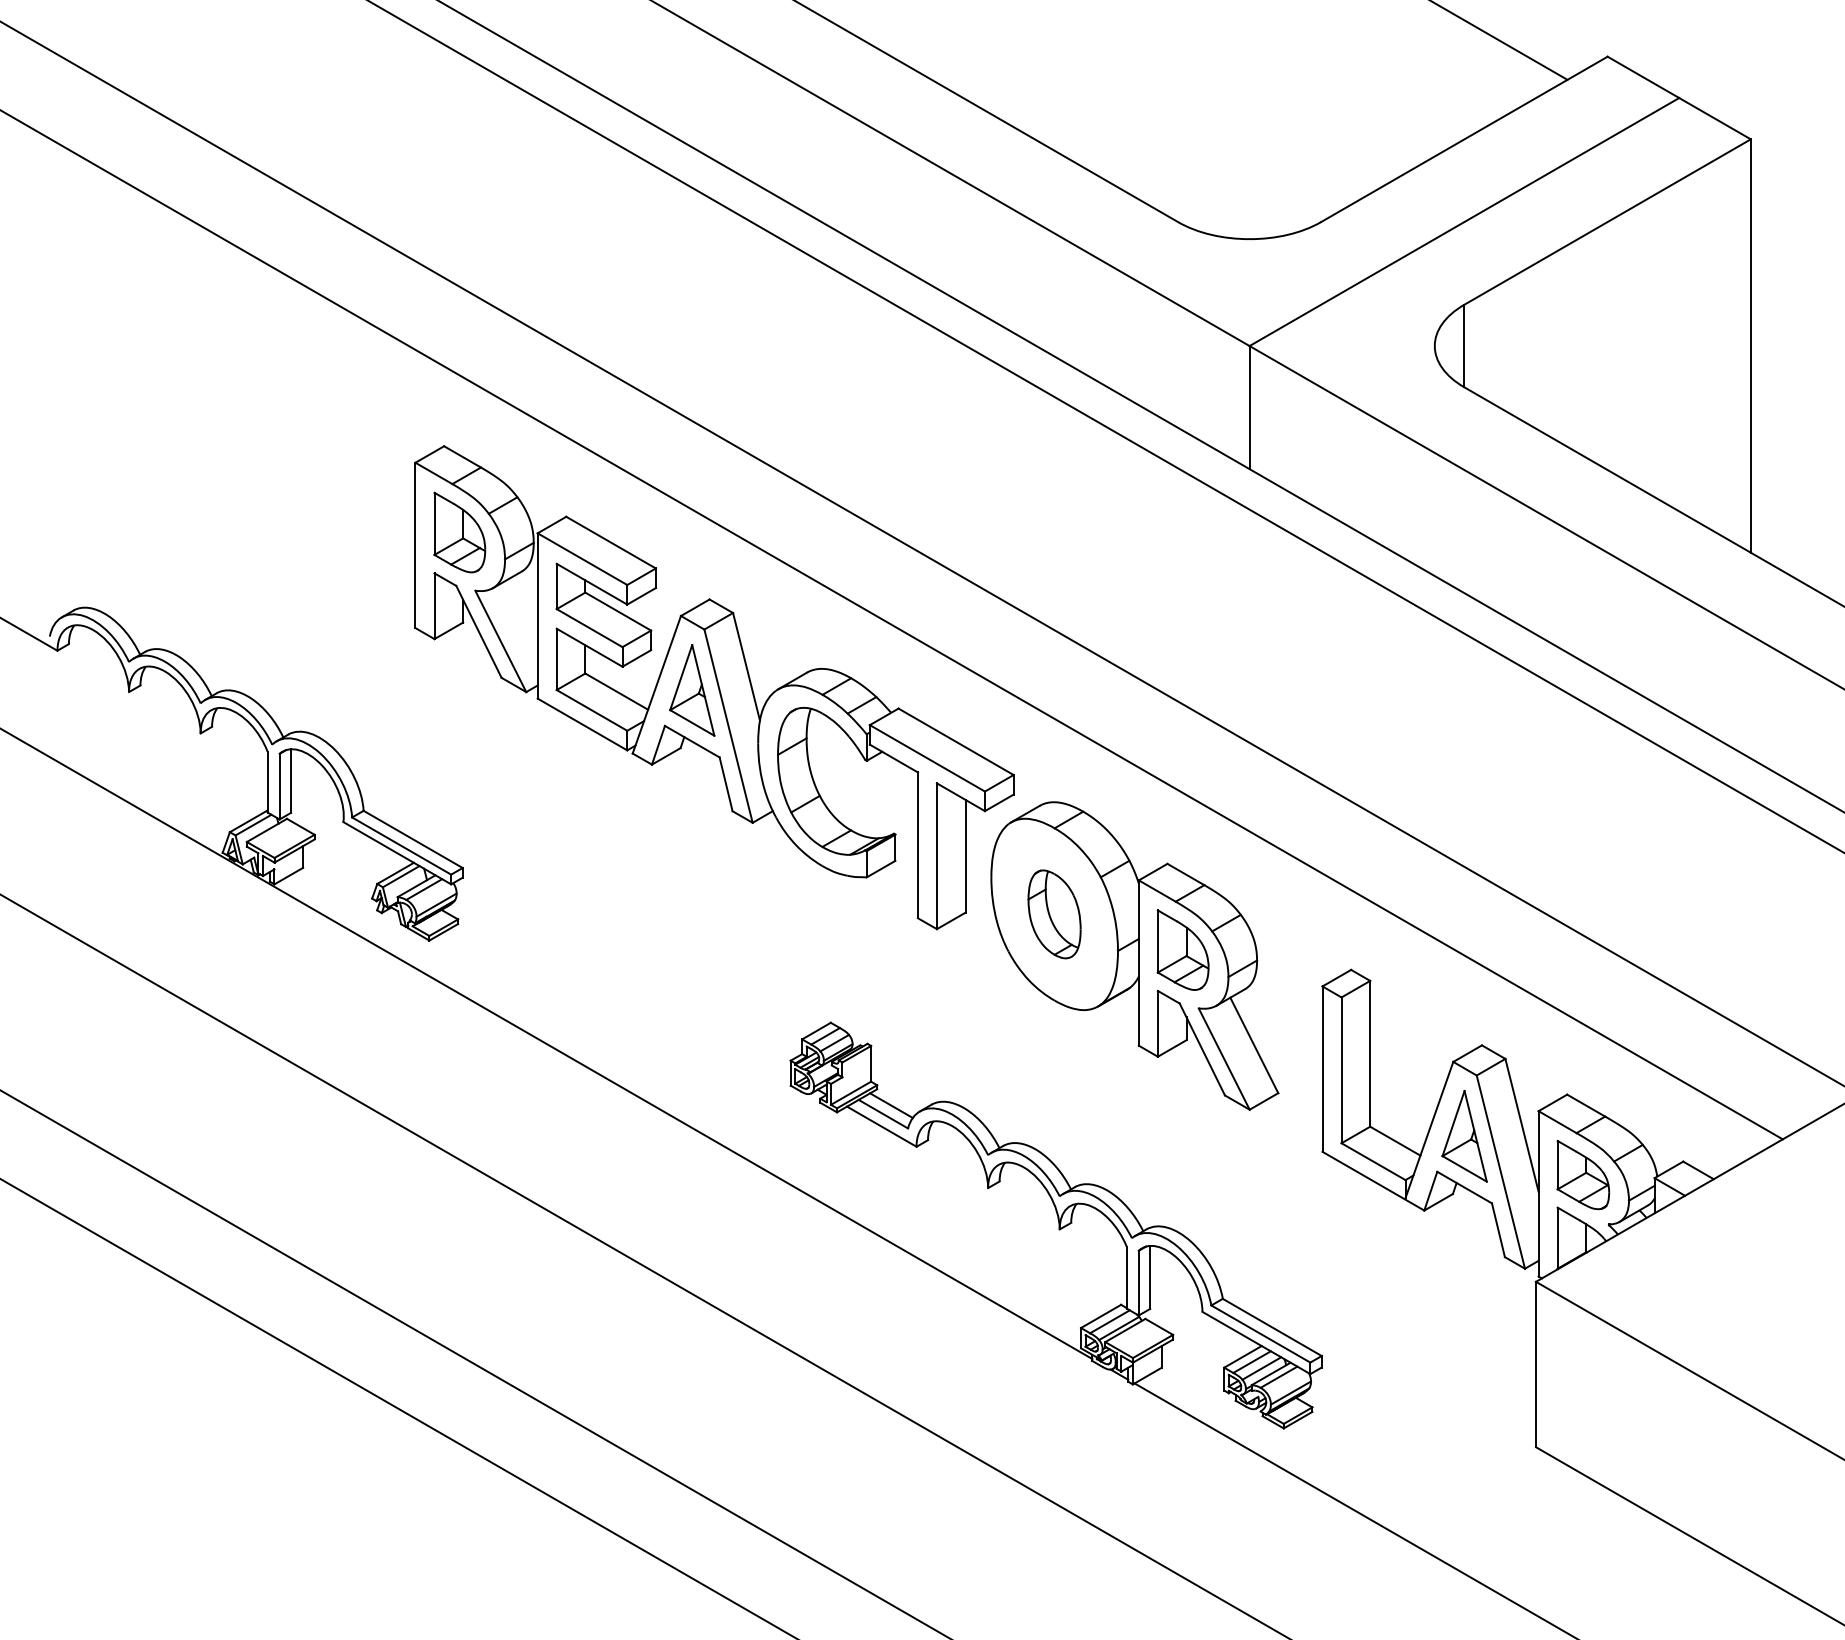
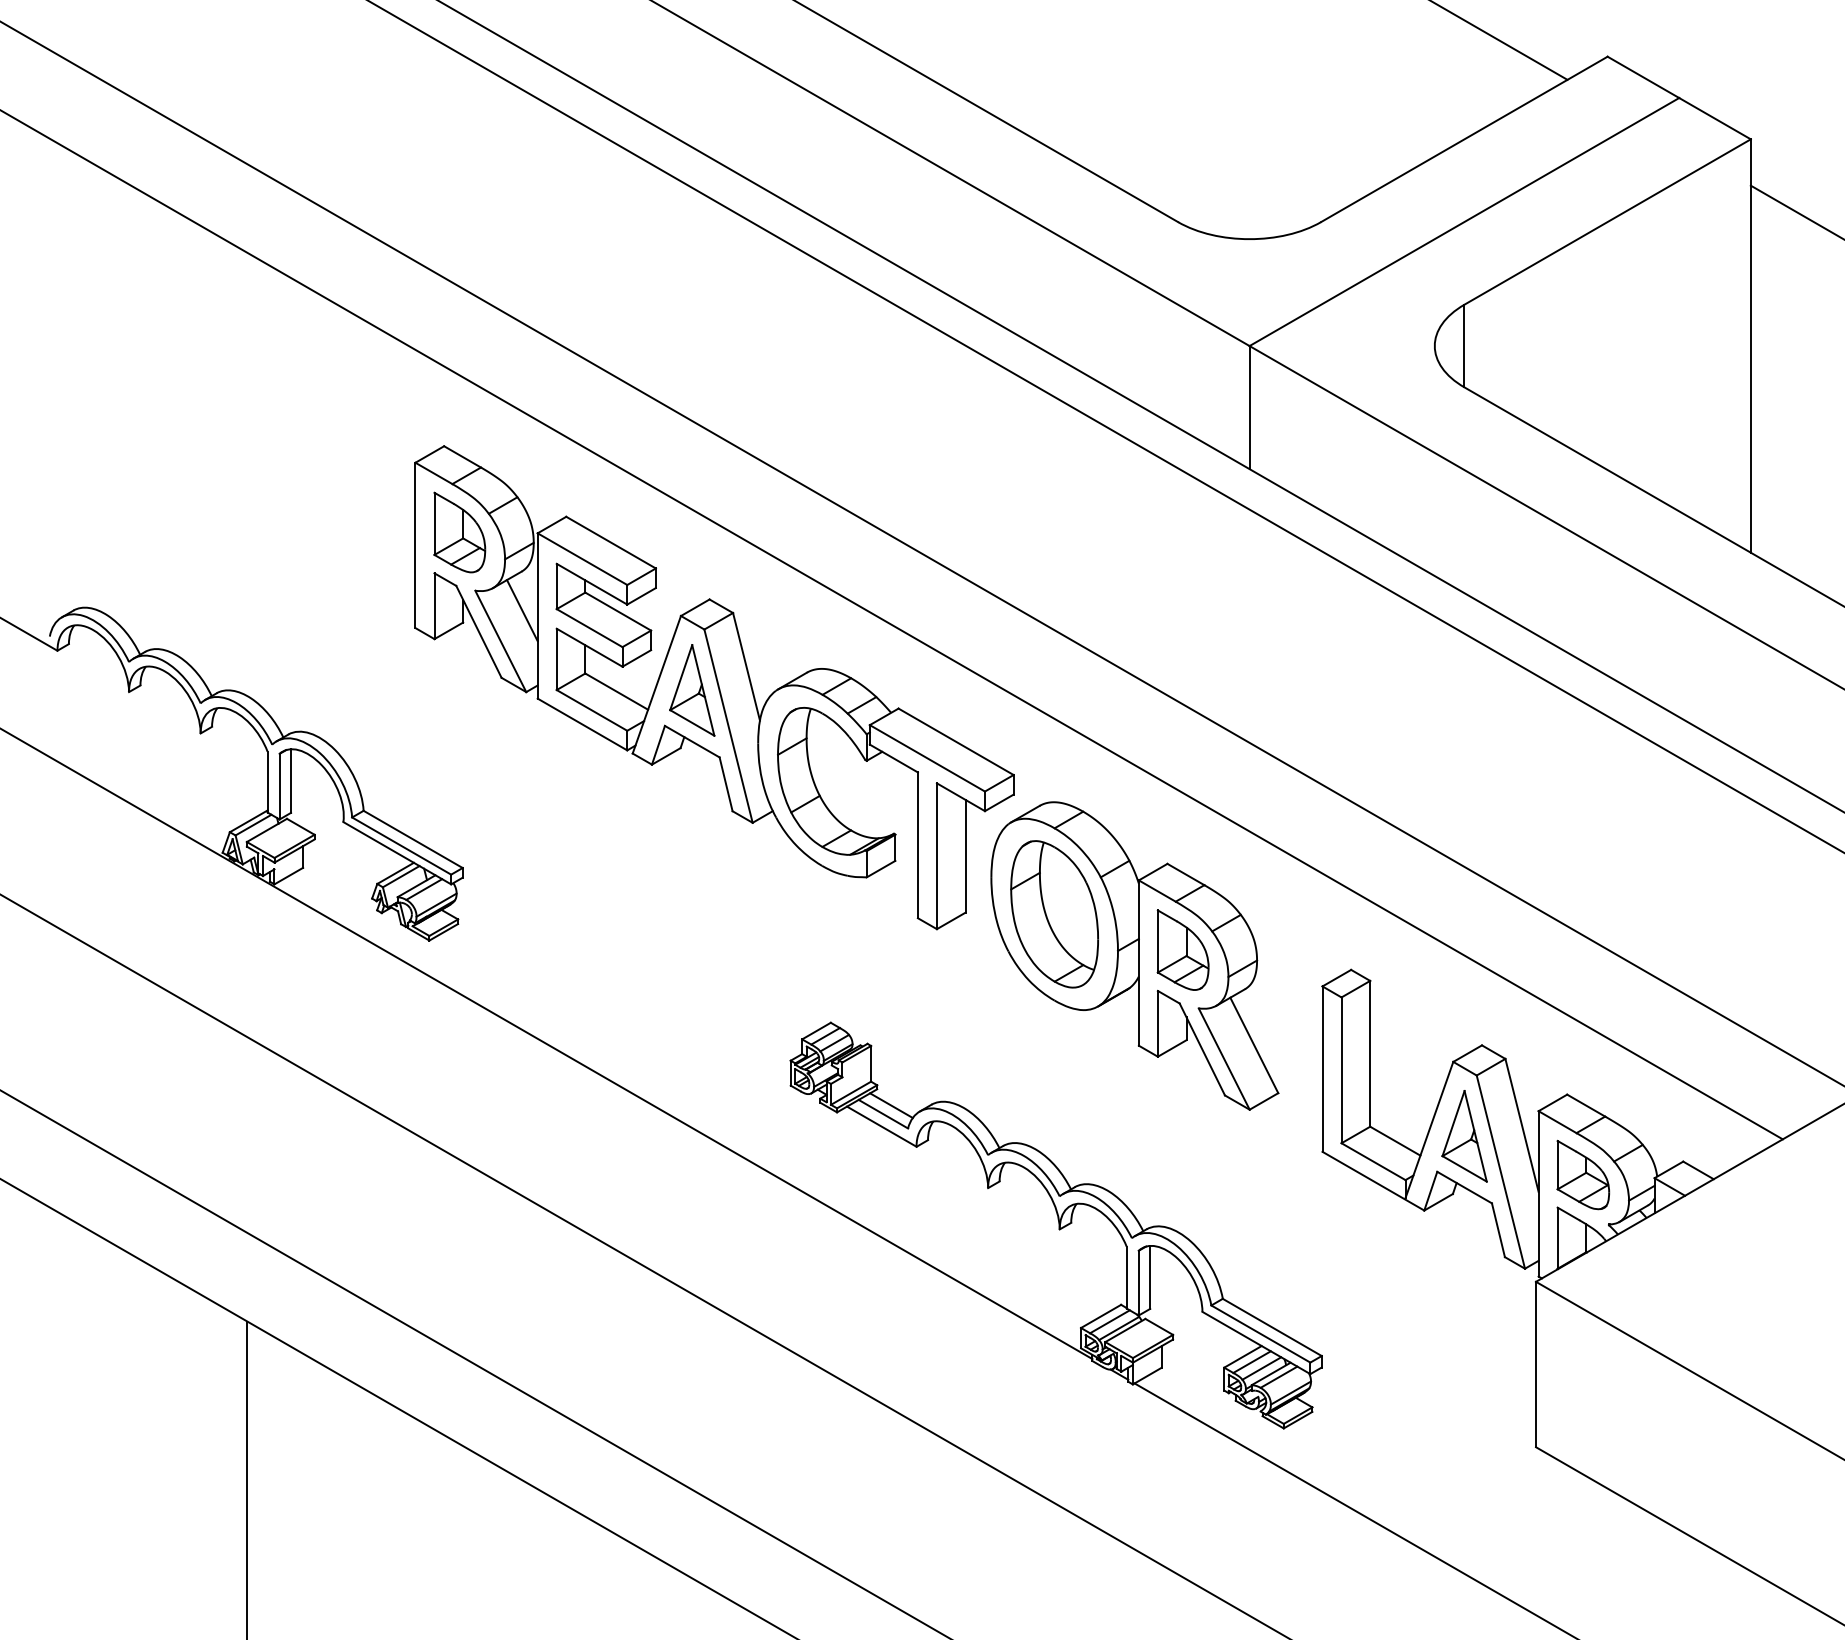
line at (1795, 211): none -> present
line at (522, 610): none -> present
part at (1054, 914) size: 55x91 px -> 89x149 px
line at (247, 1478): none -> present
